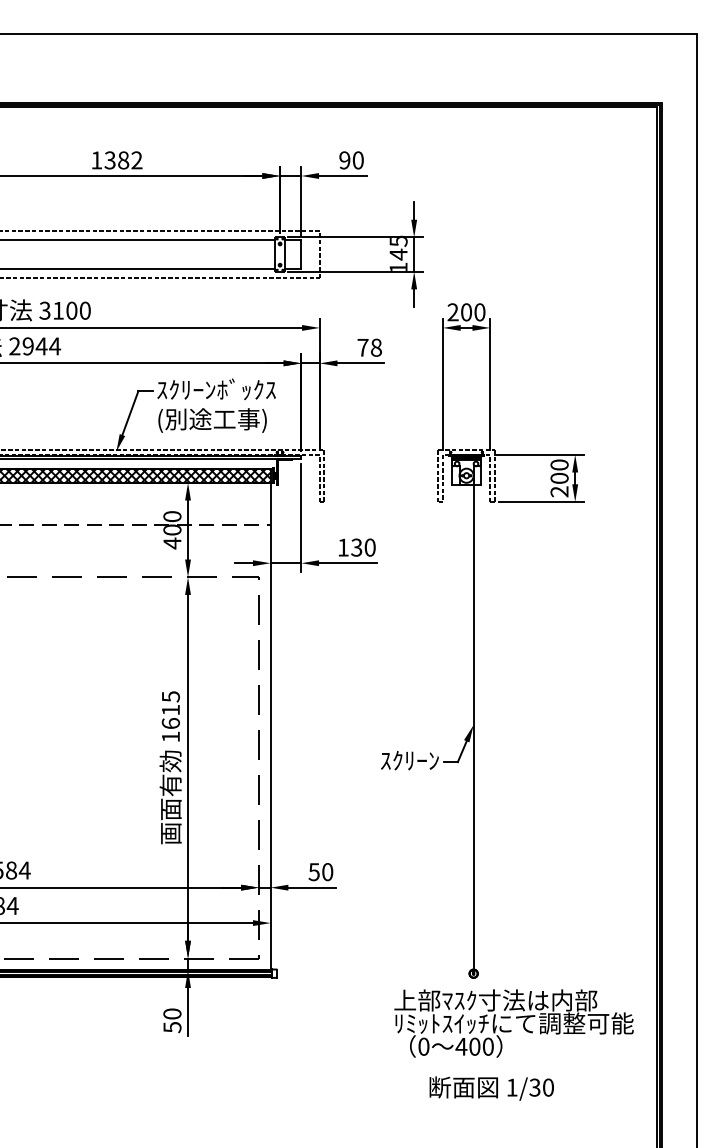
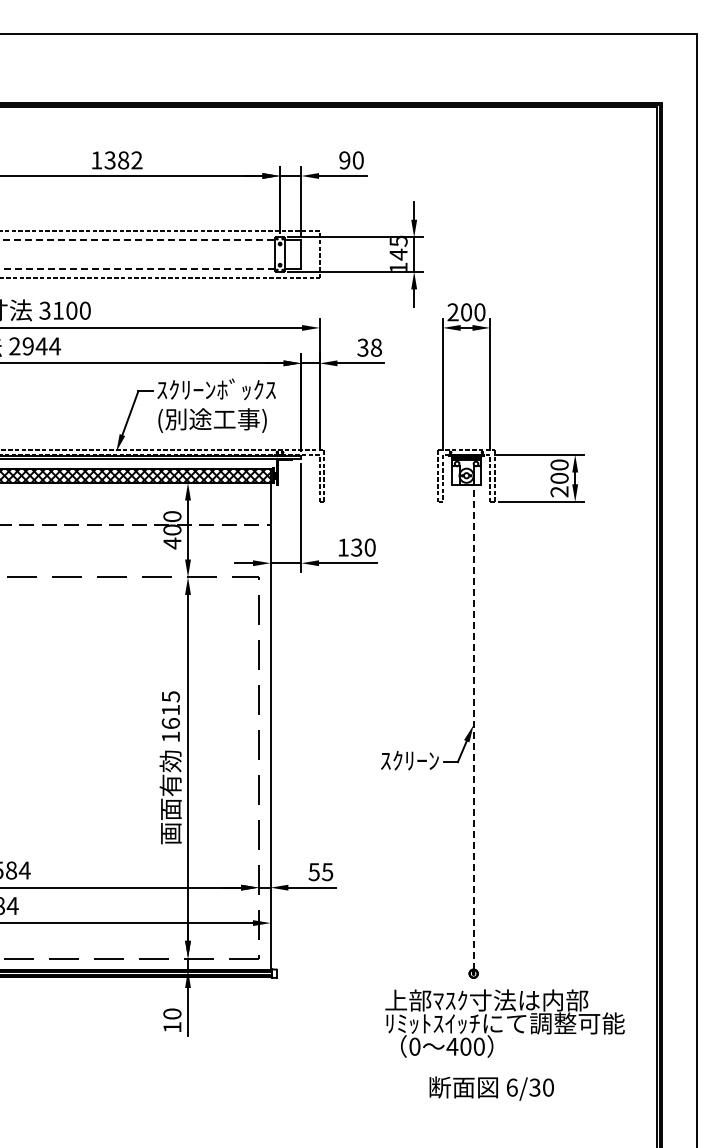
line at (138, 240): solid -> dashed
line at (137, 268): solid -> dashed
text at (362, 347): 78 -> 38
line at (473, 722): solid -> dashed
text at (327, 872): 50 -> 55
text at (513, 1023) position: (513, 1023) -> (504, 1023)
text at (172, 1027): 50 -> 10
text at (512, 1087): 1/30 -> 6/30
